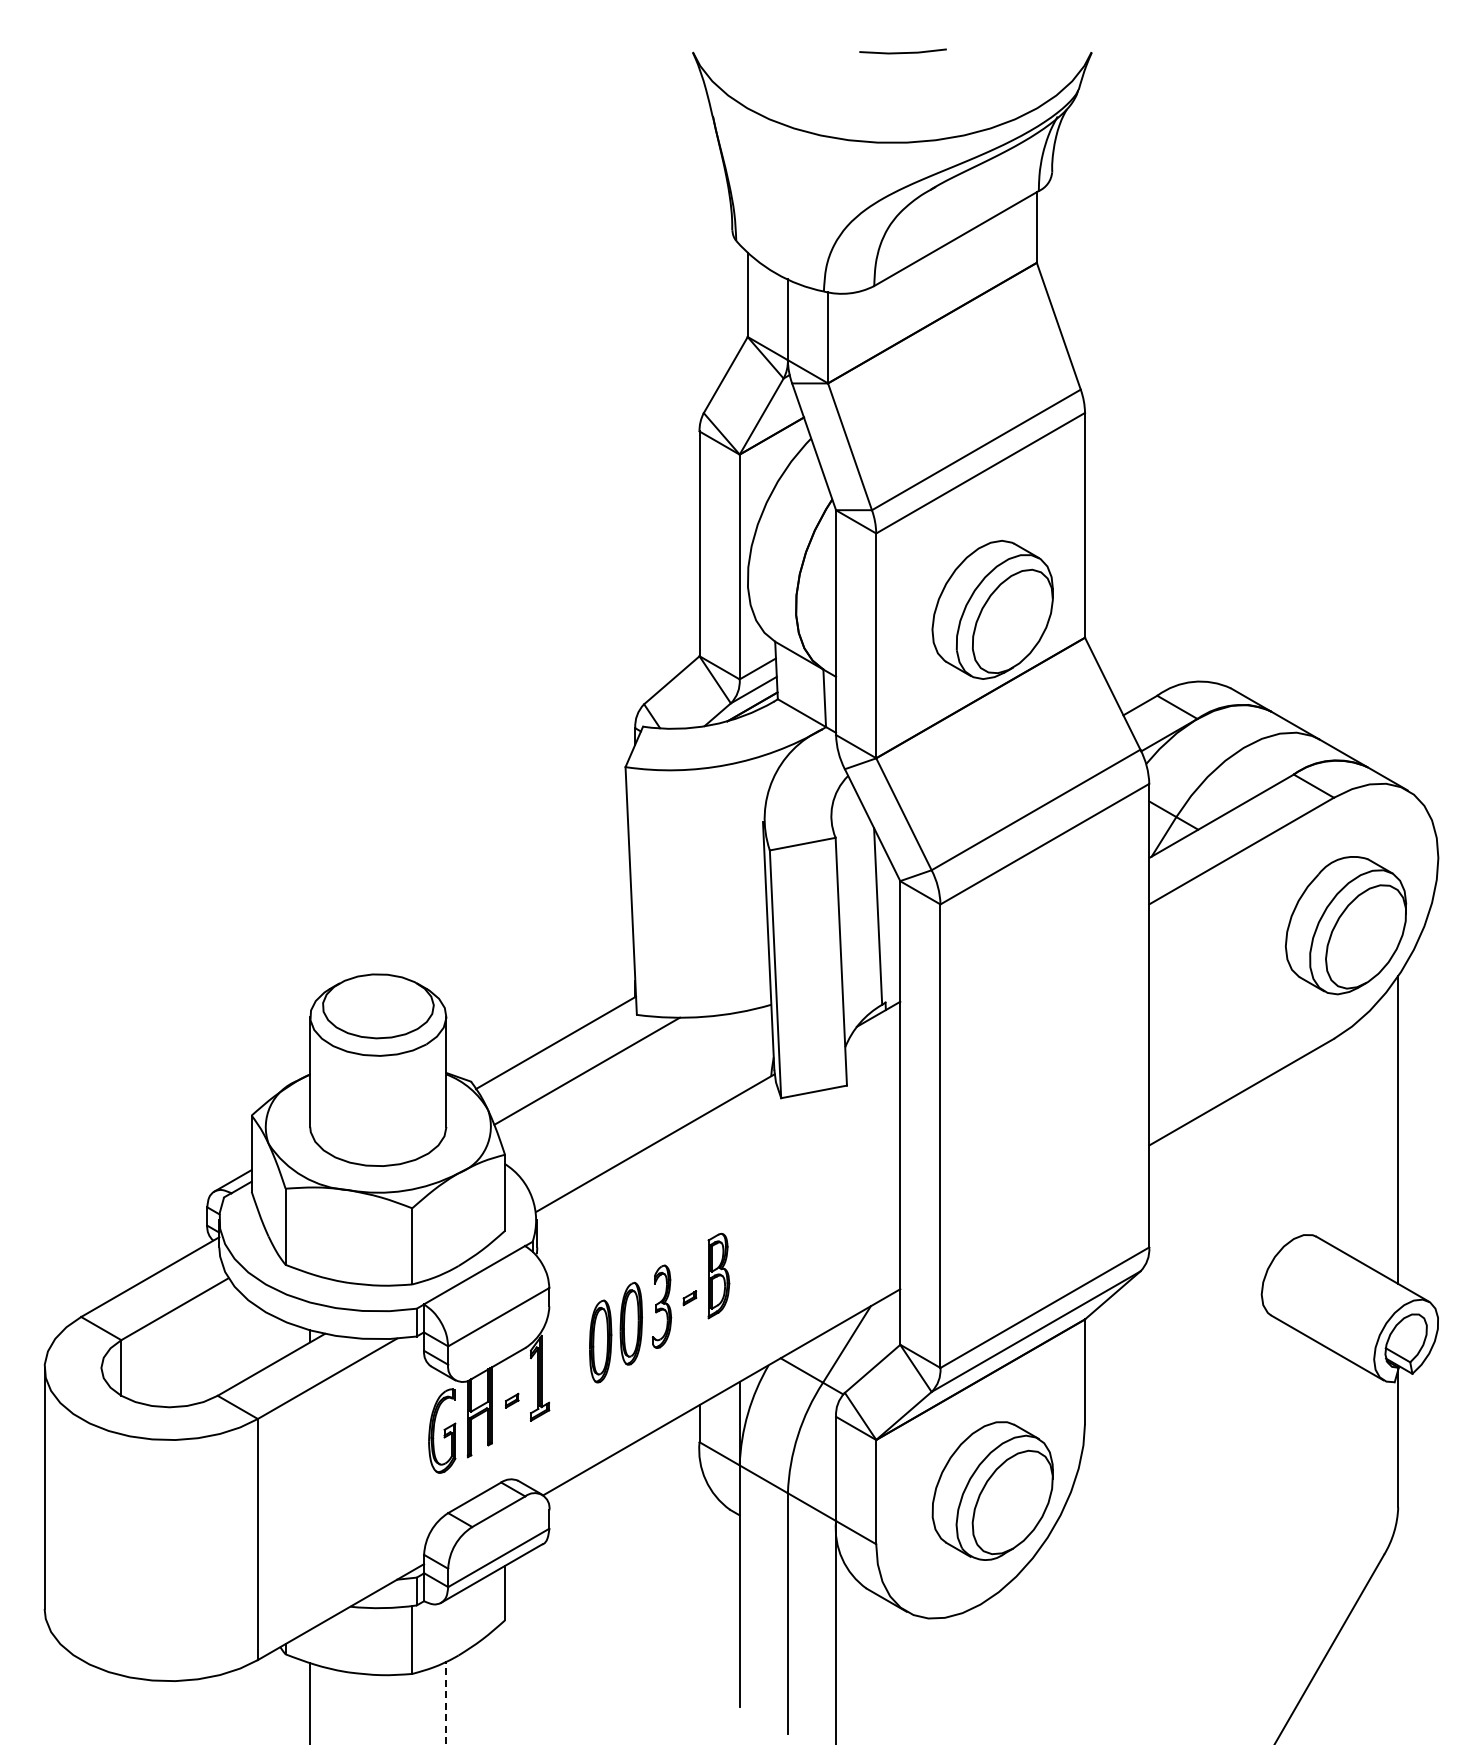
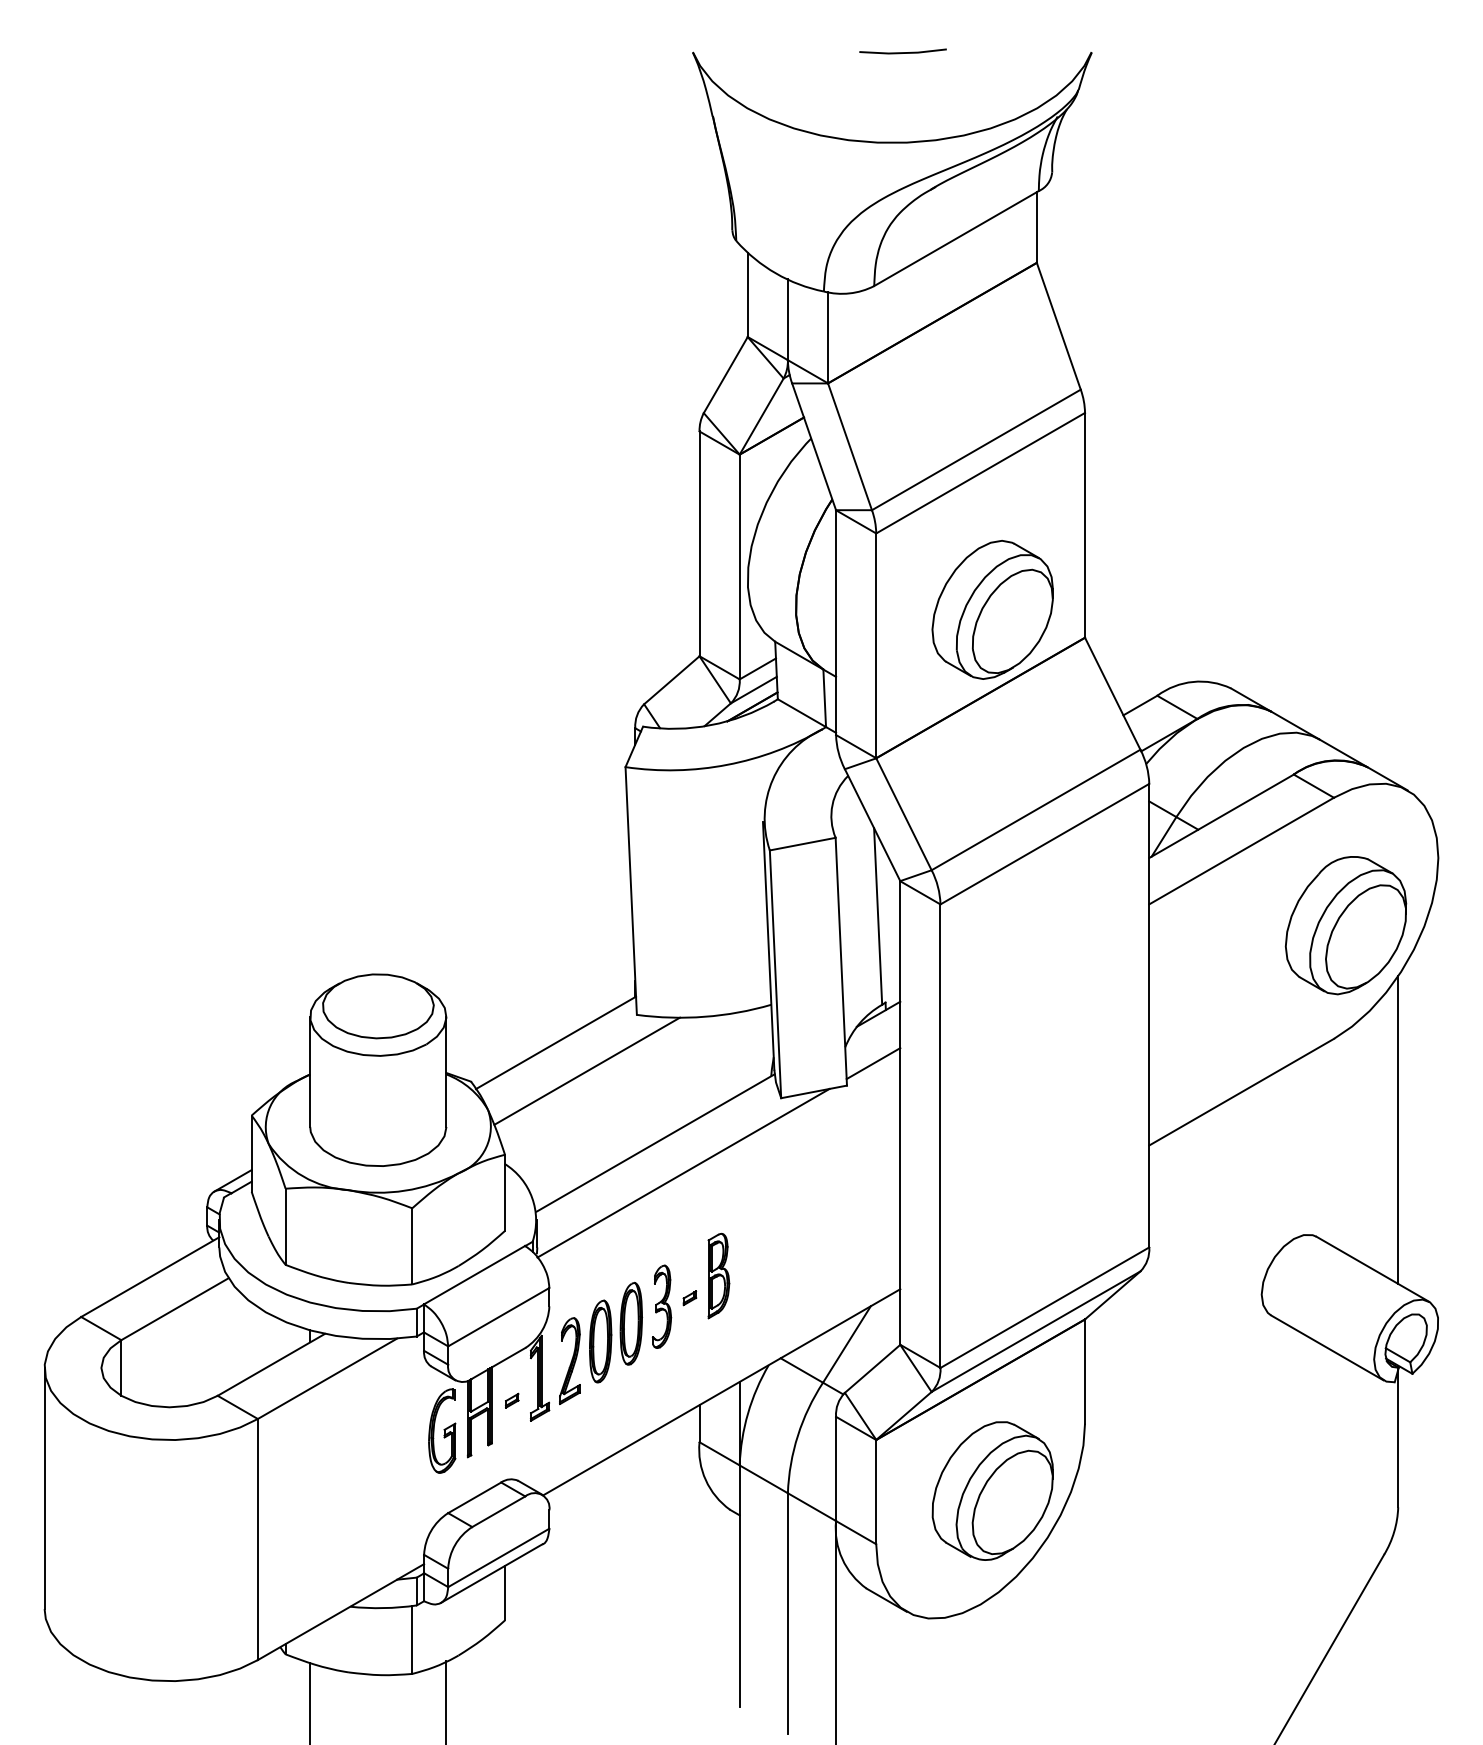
line at (873, 1063): none -> present
line at (683, 1172): none -> present
part at (569, 1361): none -> present
line at (446, 1702): dashed -> solid
